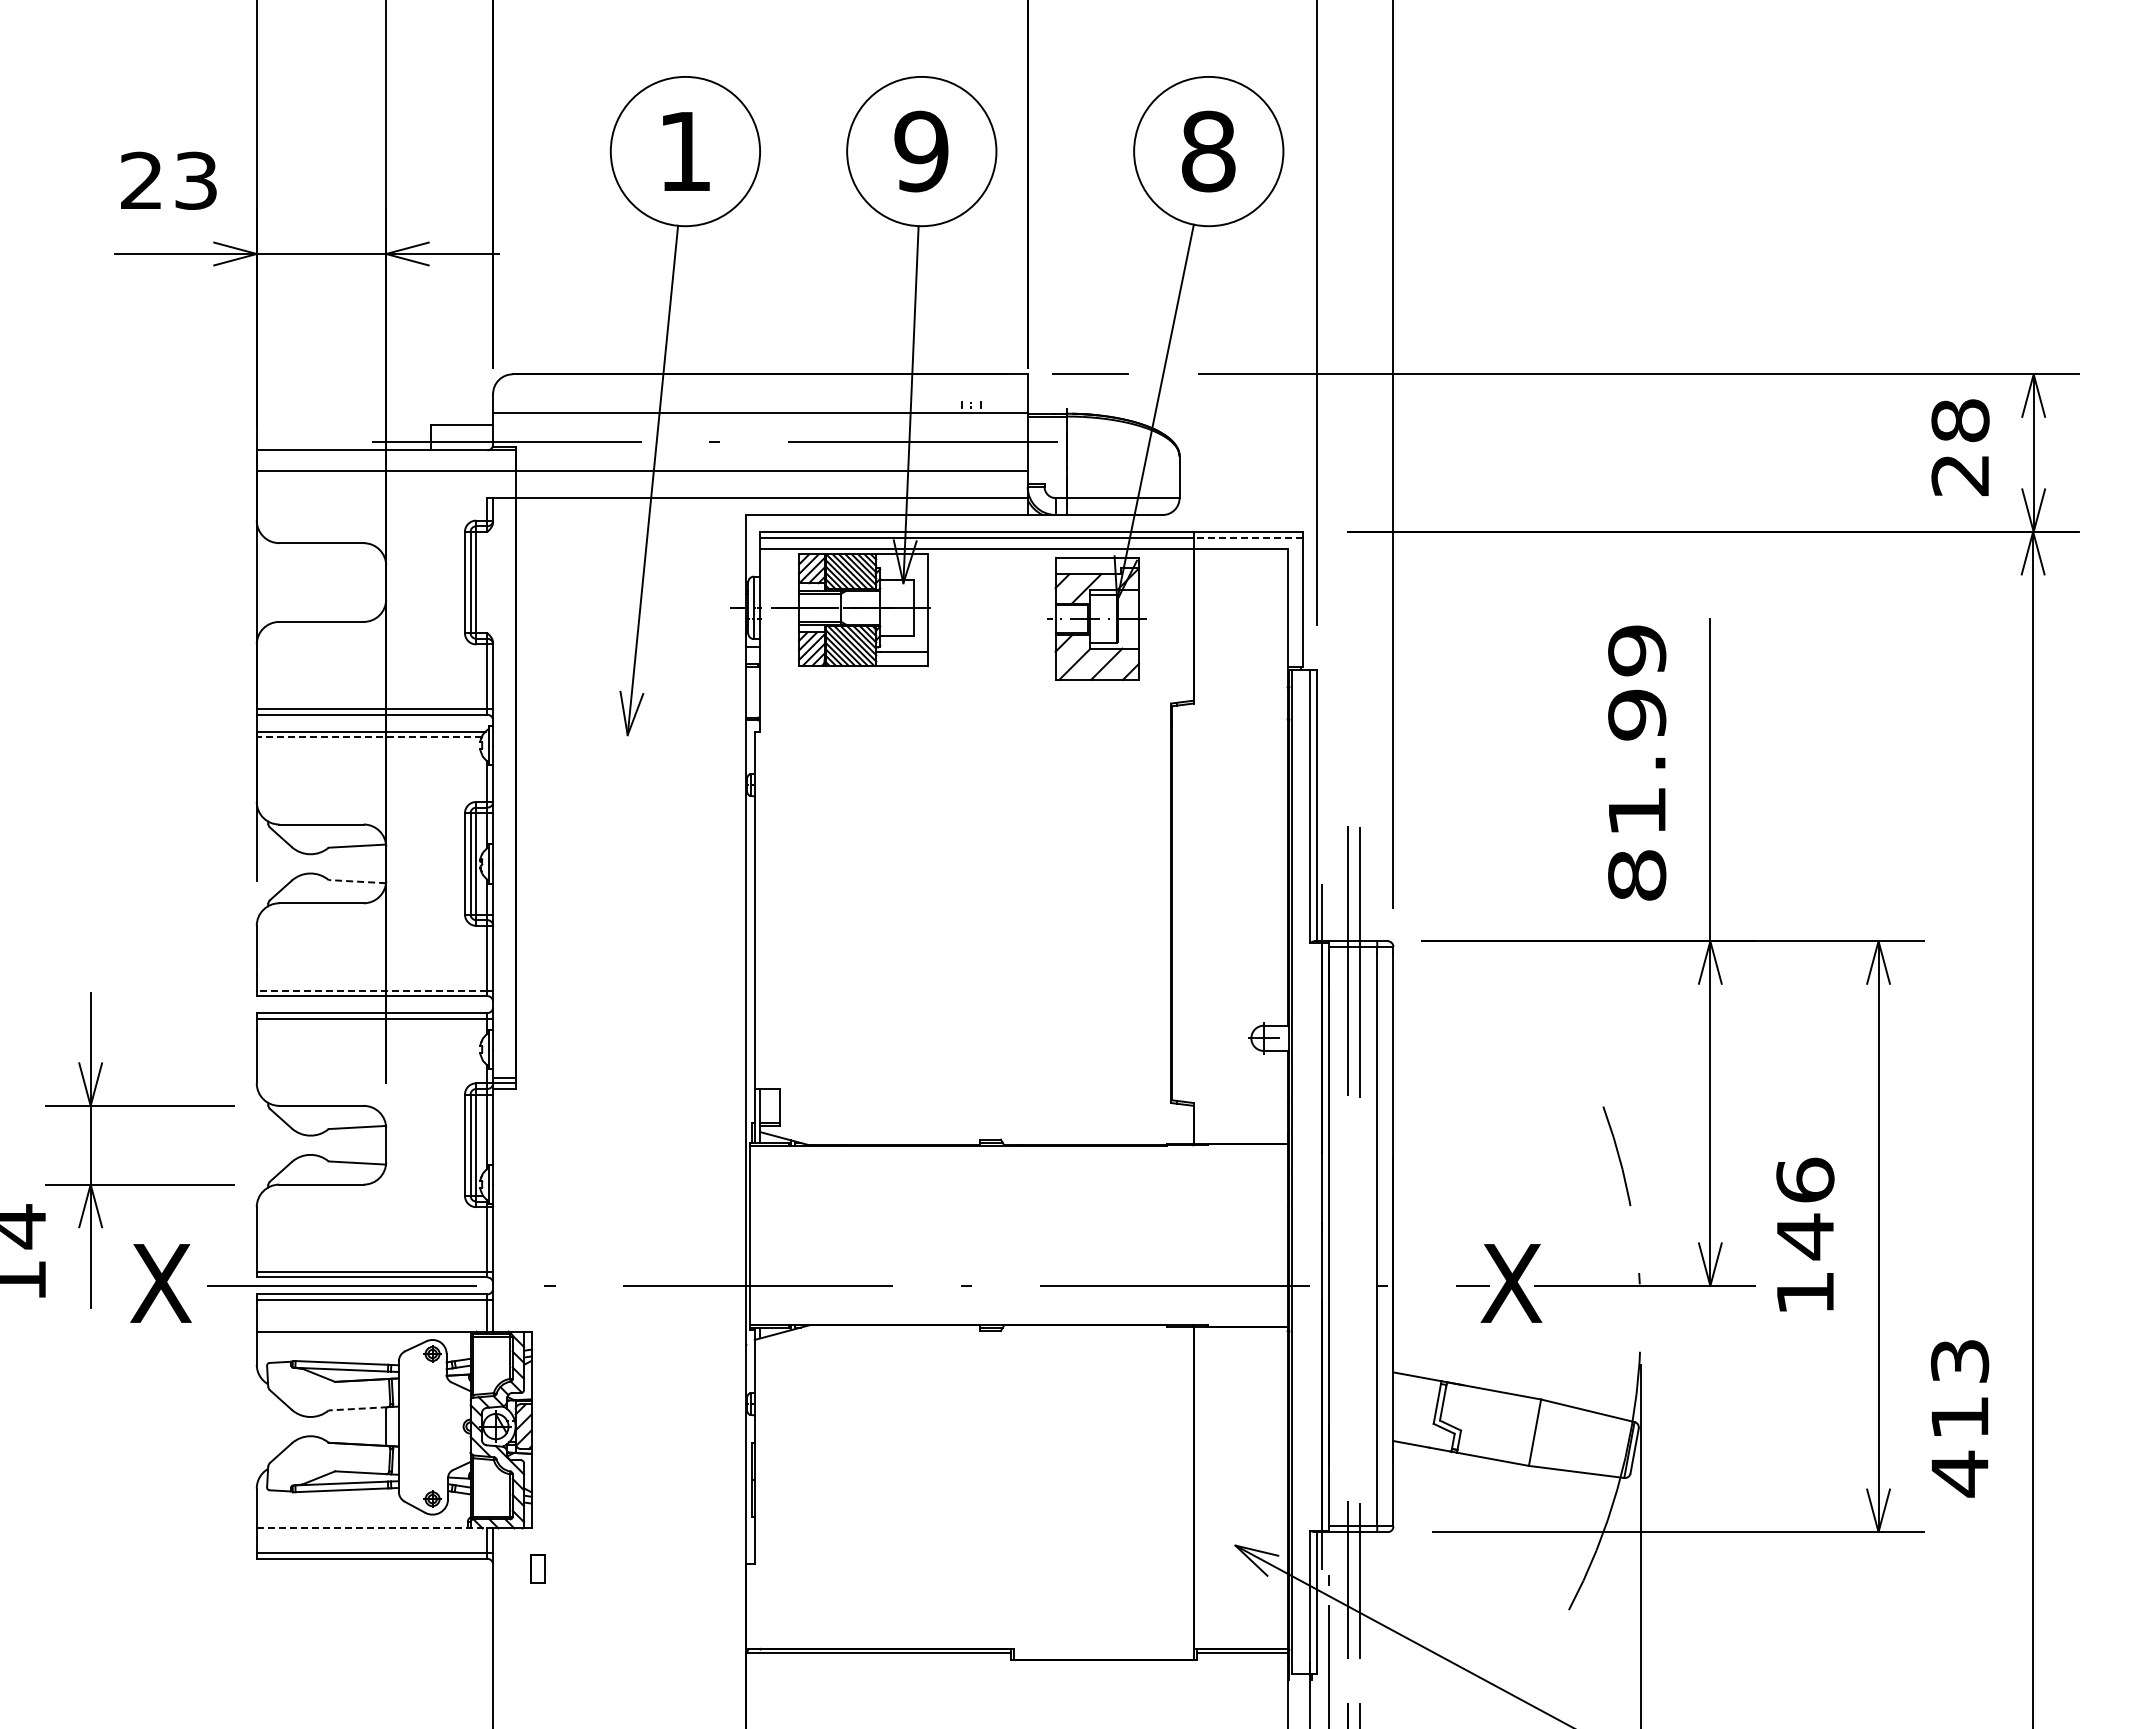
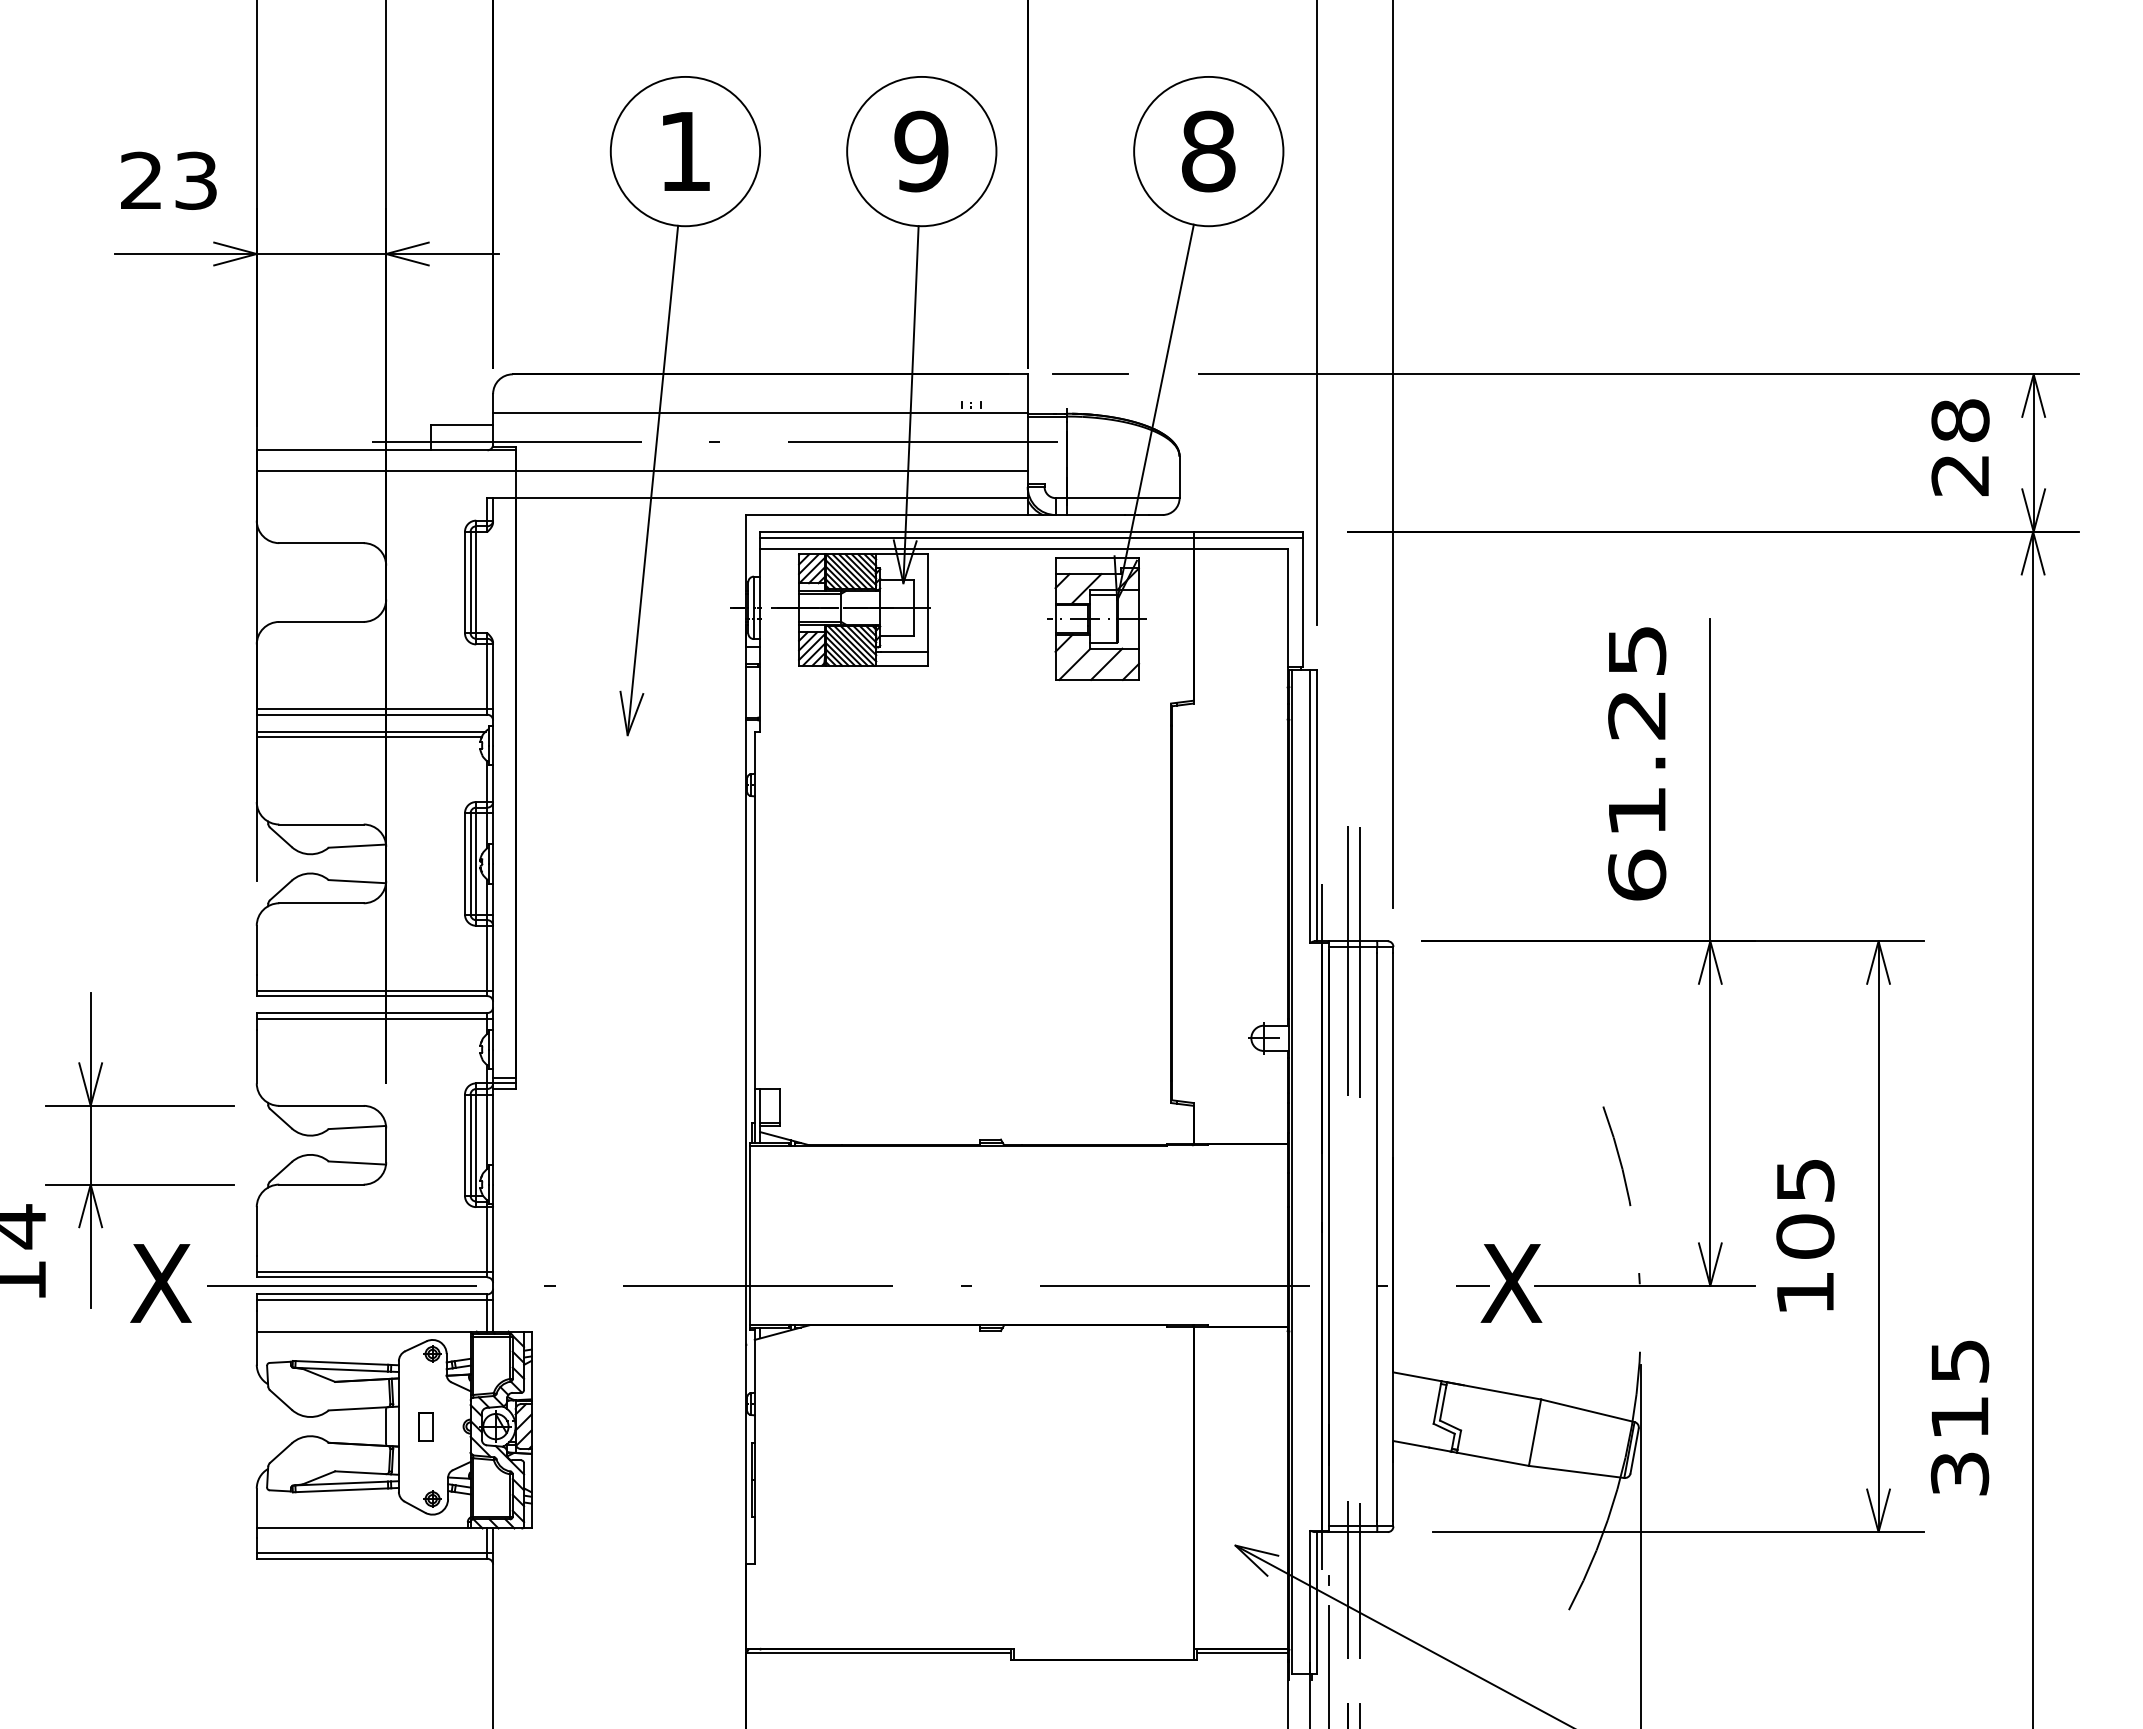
line at (1248, 537): dashed -> solid
line at (369, 737): dashed -> solid
text at (1637, 762): 81.99 -> 61.25
line at (357, 881): dashed -> solid
line at (371, 990): dashed -> solid
text at (1805, 1208): 146 -> 105
line at (358, 1408): dashed -> solid
text at (1959, 1418): 413 -> 315
line at (372, 1528): dashed -> solid
part at (537, 1568) position: (537, 1568) -> (425, 1426)
